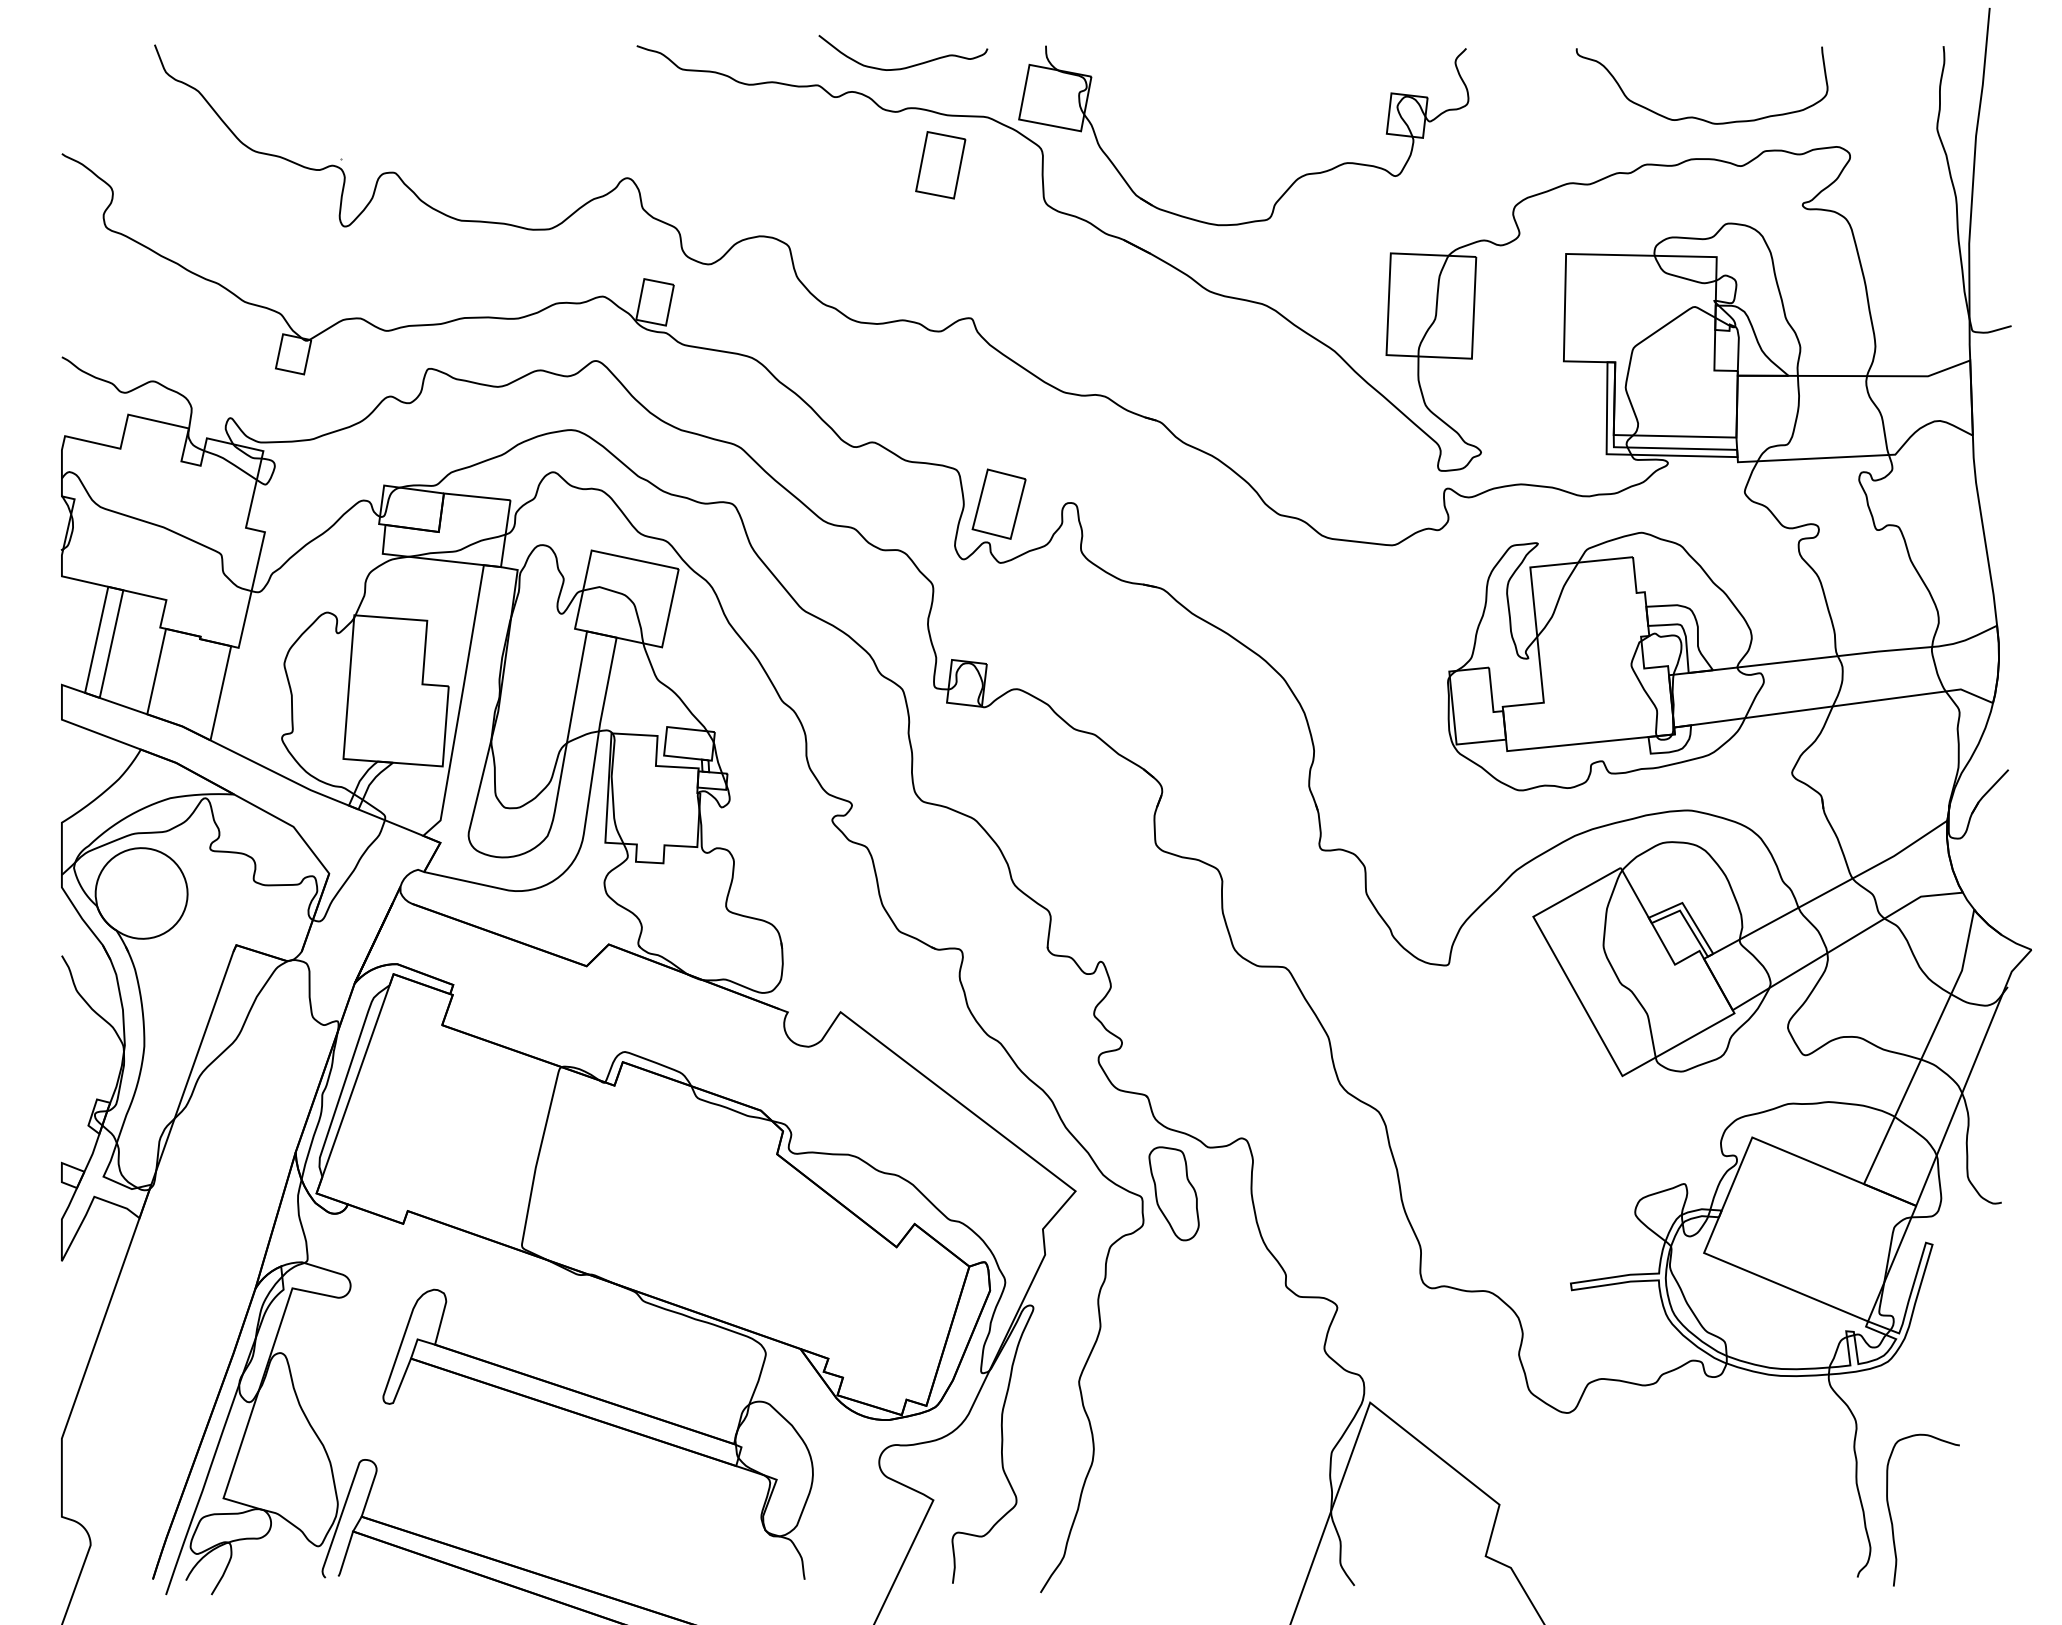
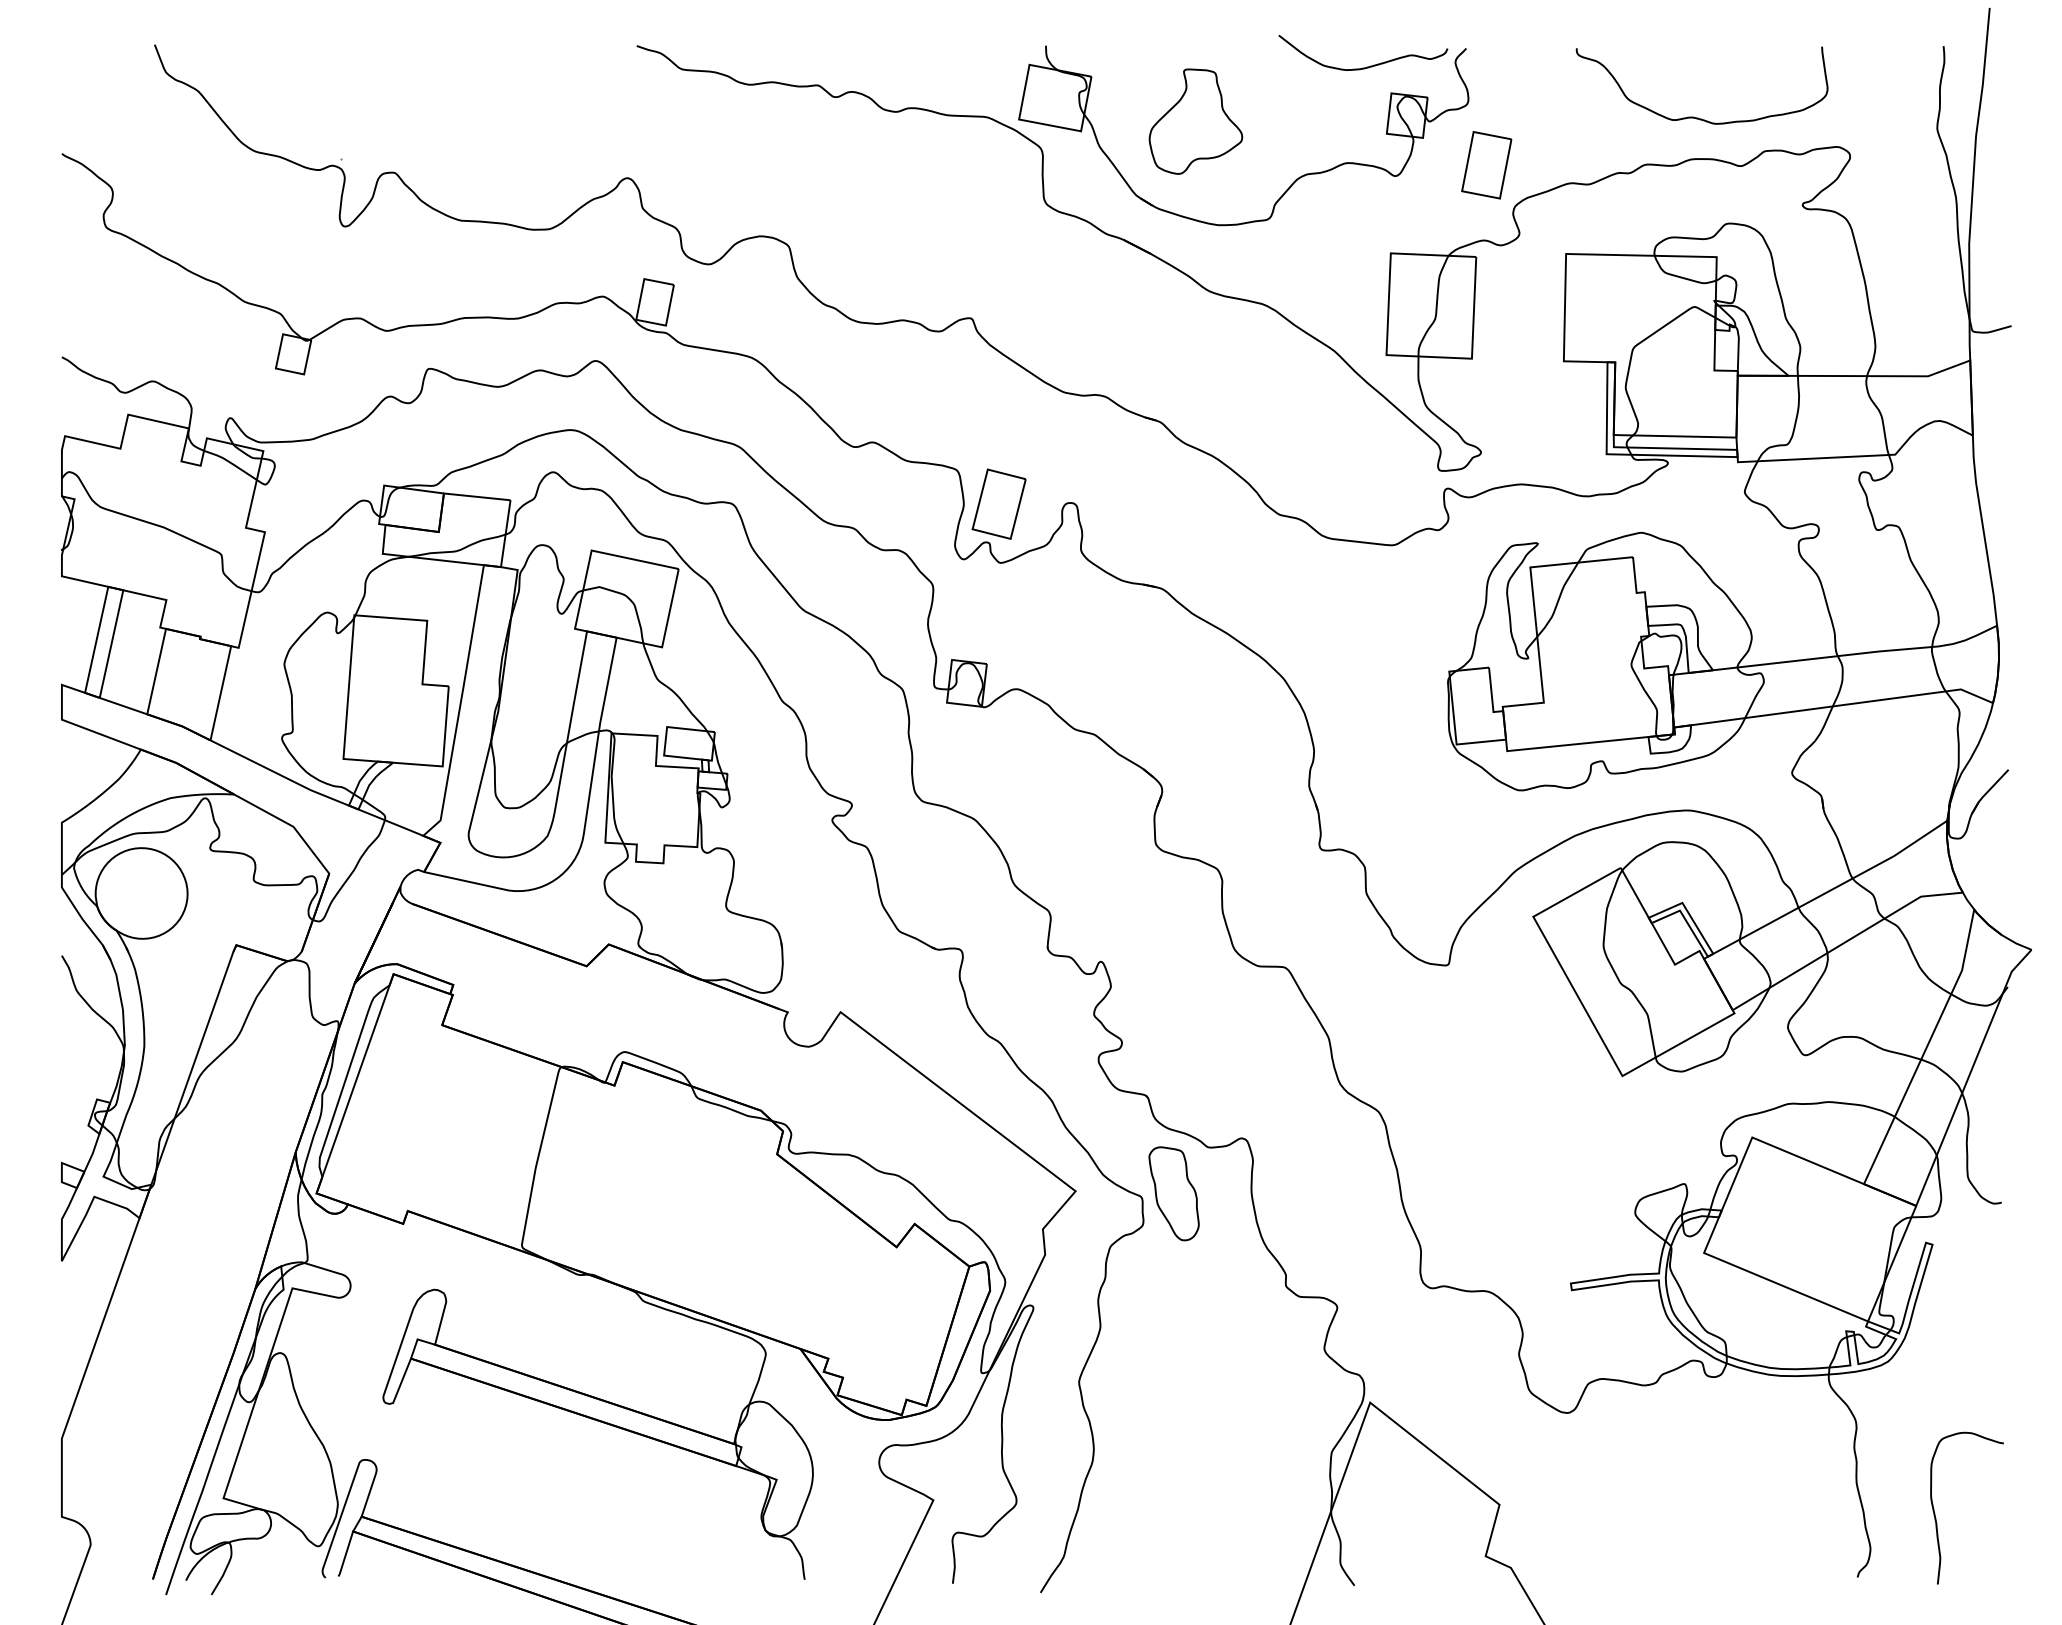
curve at (907, 66) position: (907, 66) -> (1367, 66)
part at (1195, 121): none -> present
part at (940, 165) position: (940, 165) -> (1486, 165)
curve at (1891, 1515) position: (1891, 1515) -> (1935, 1513)
